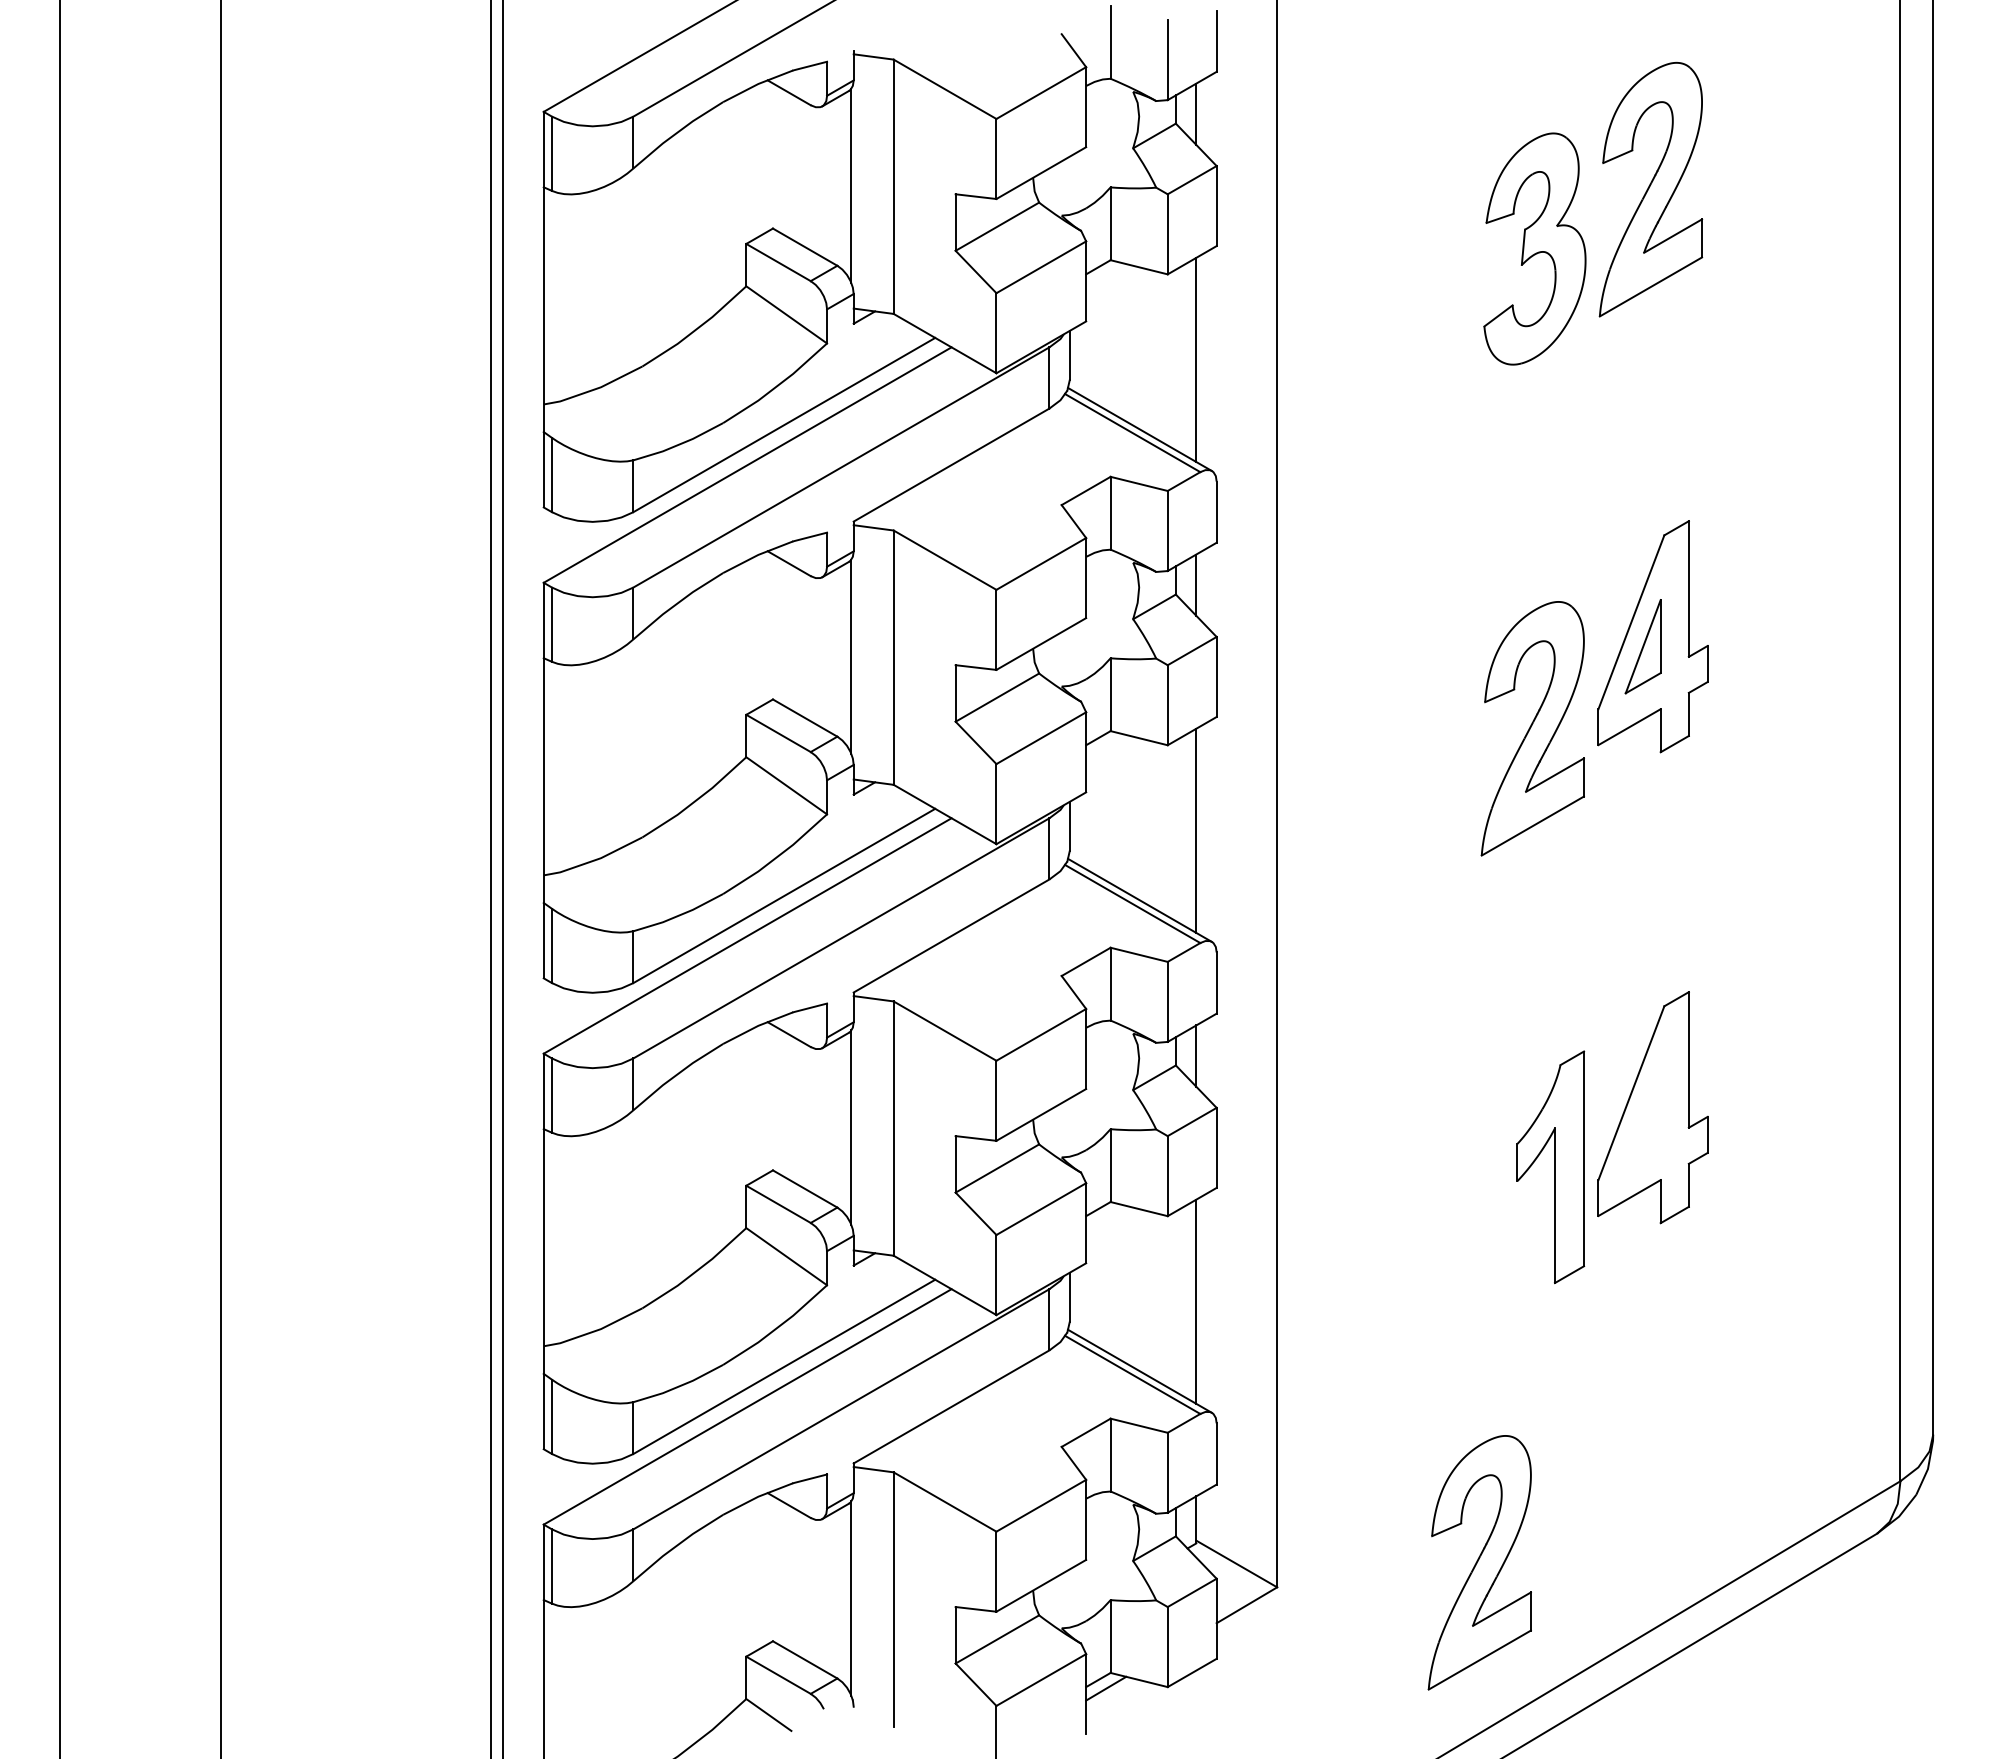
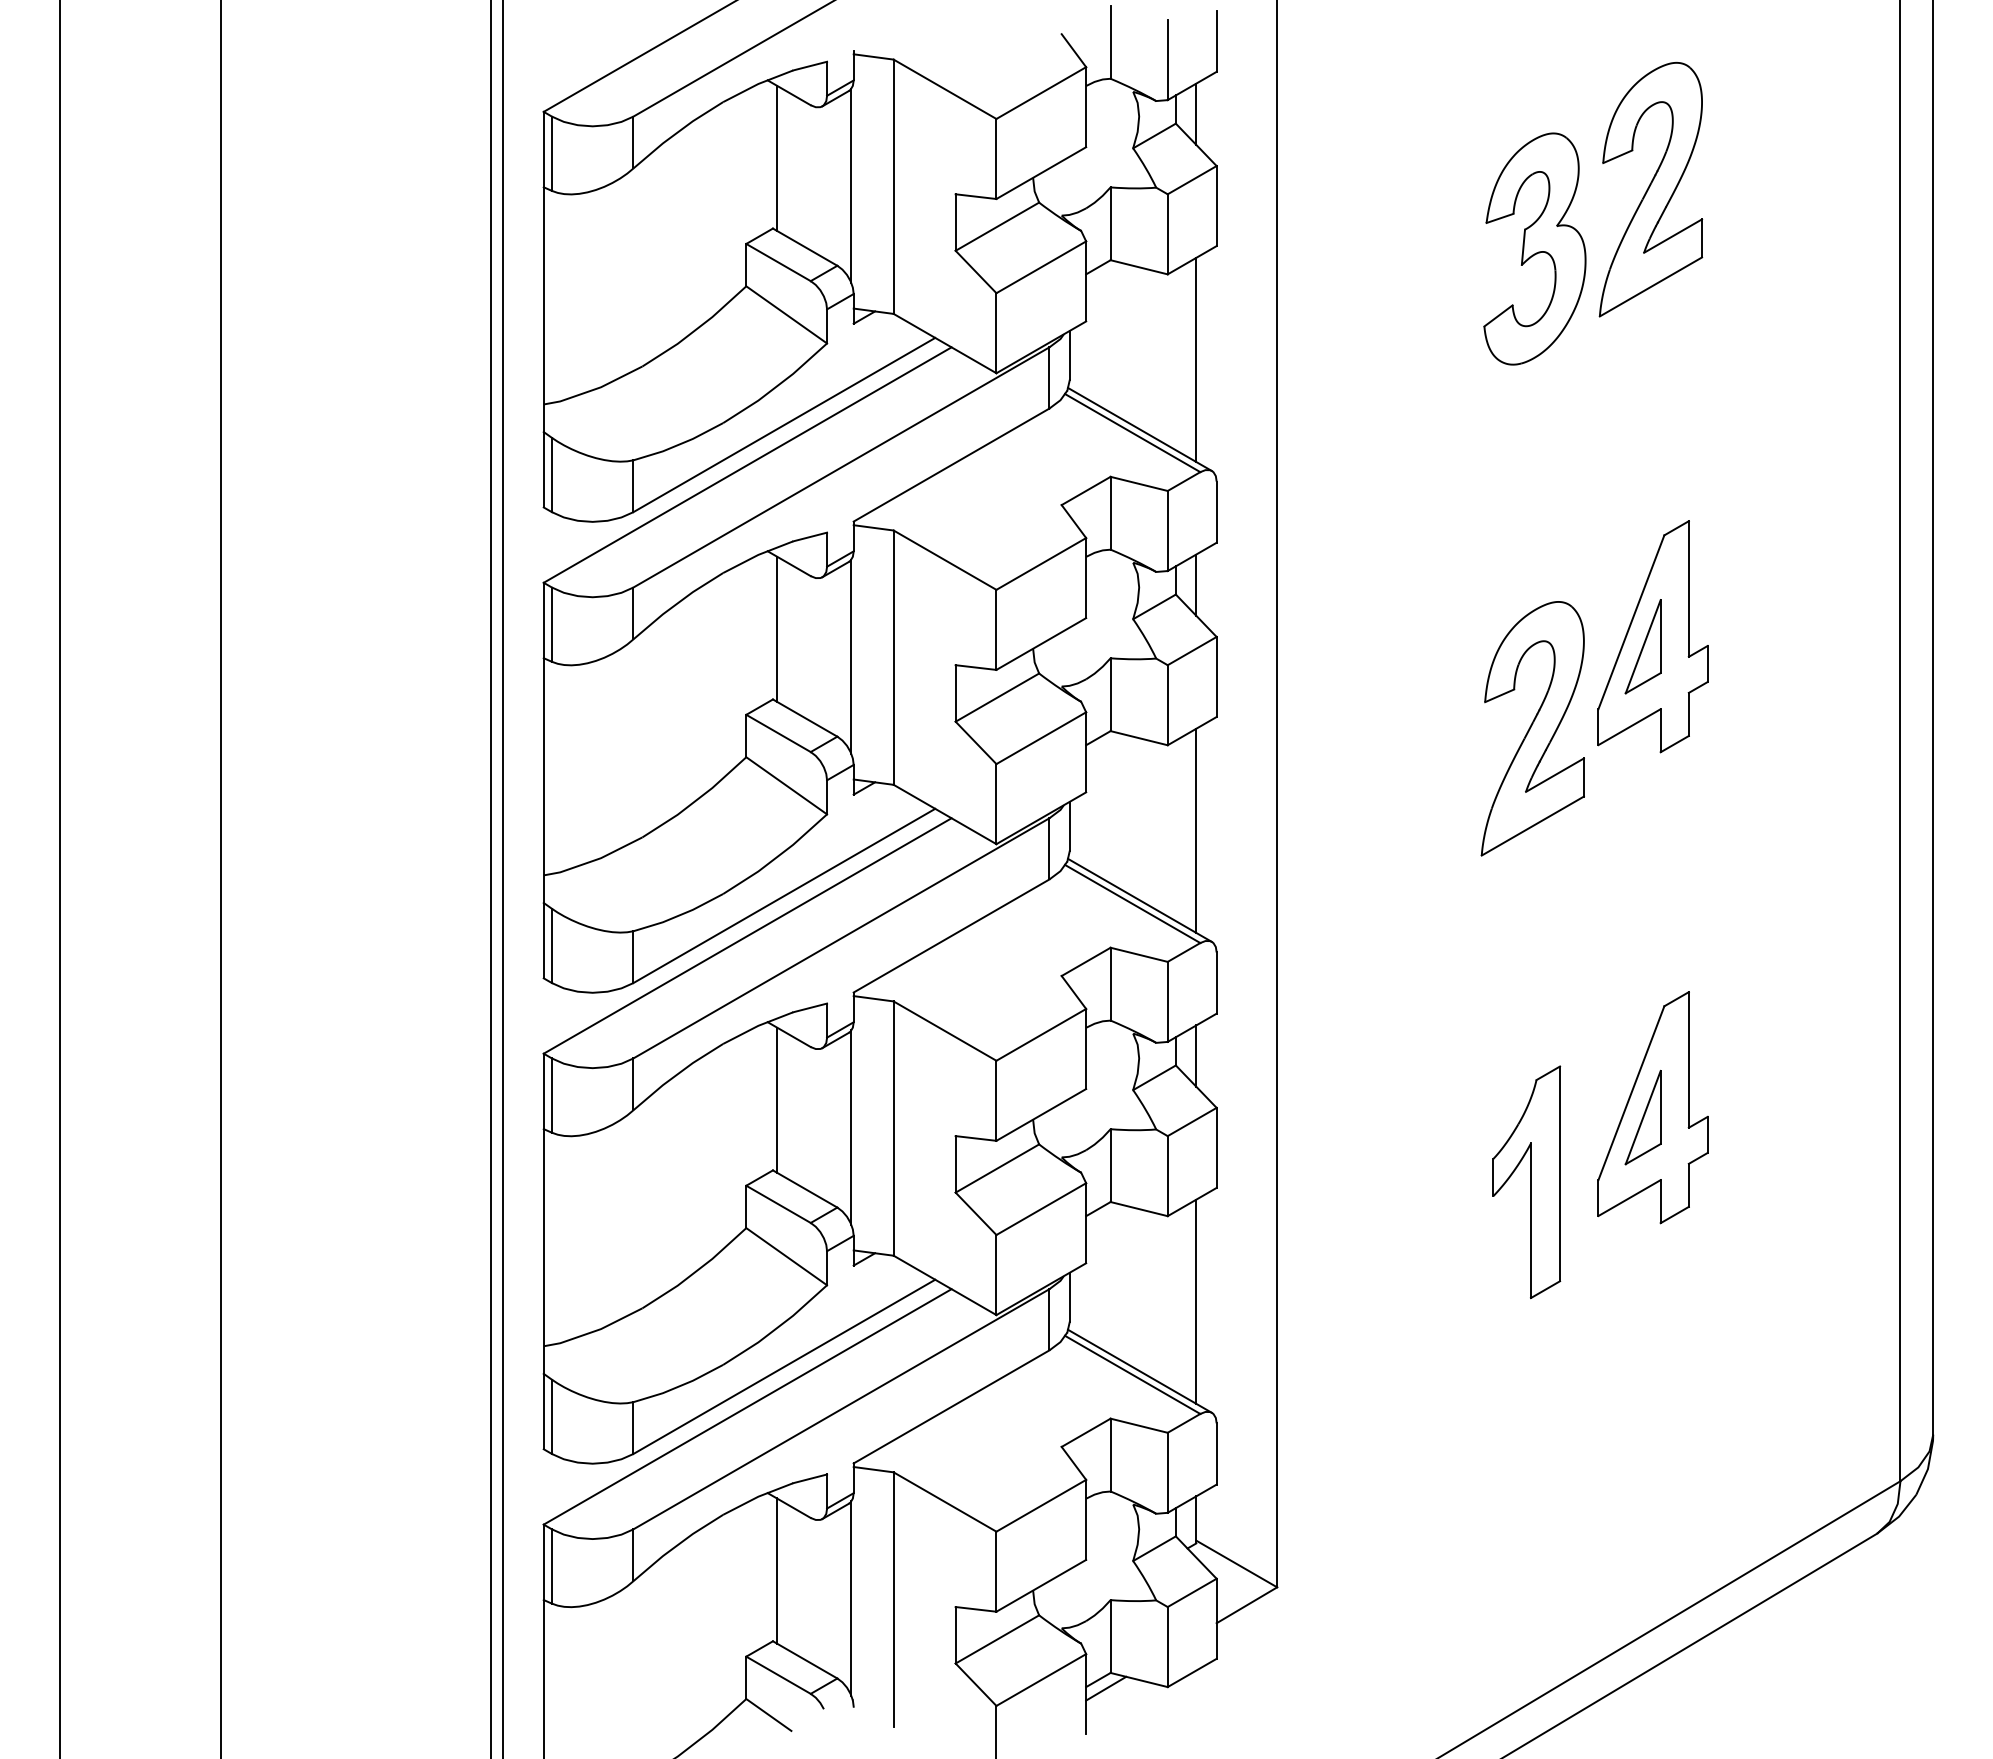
line at (777, 157): none -> present
line at (777, 628): none -> present
line at (777, 1099): none -> present
part at (1642, 1117): none -> present
part at (1550, 1167) position: (1550, 1167) -> (1526, 1182)
part at (1479, 1562): present -> none
line at (777, 1570): none -> present
